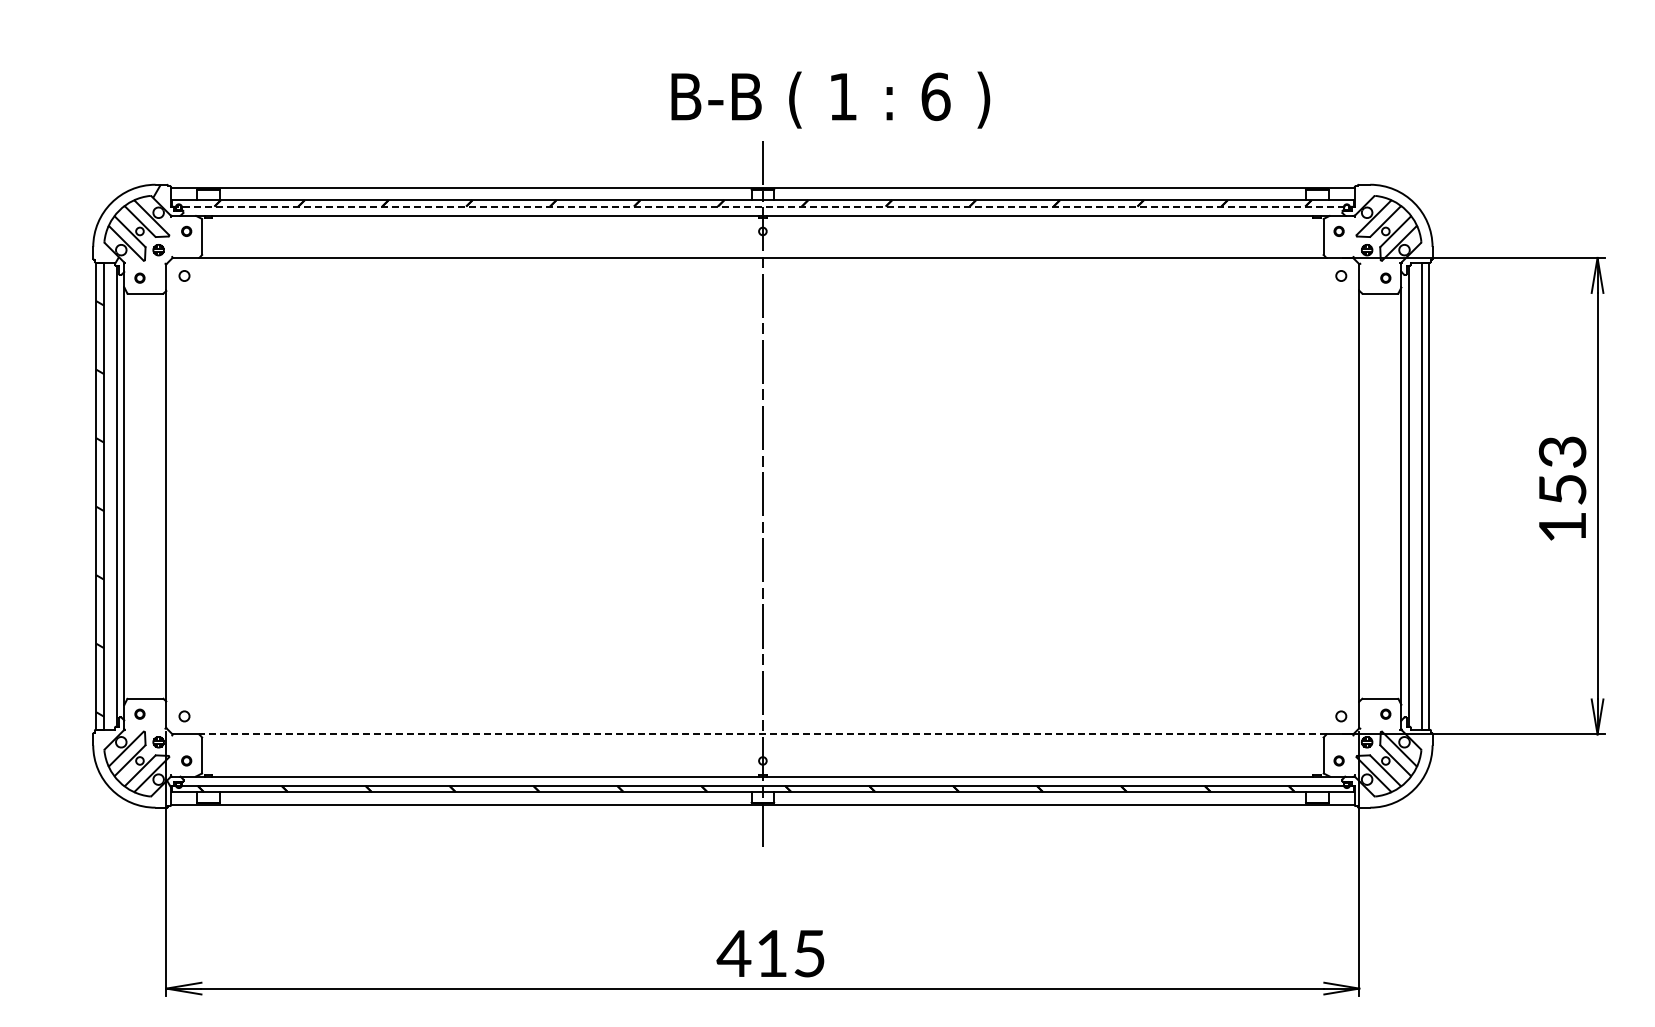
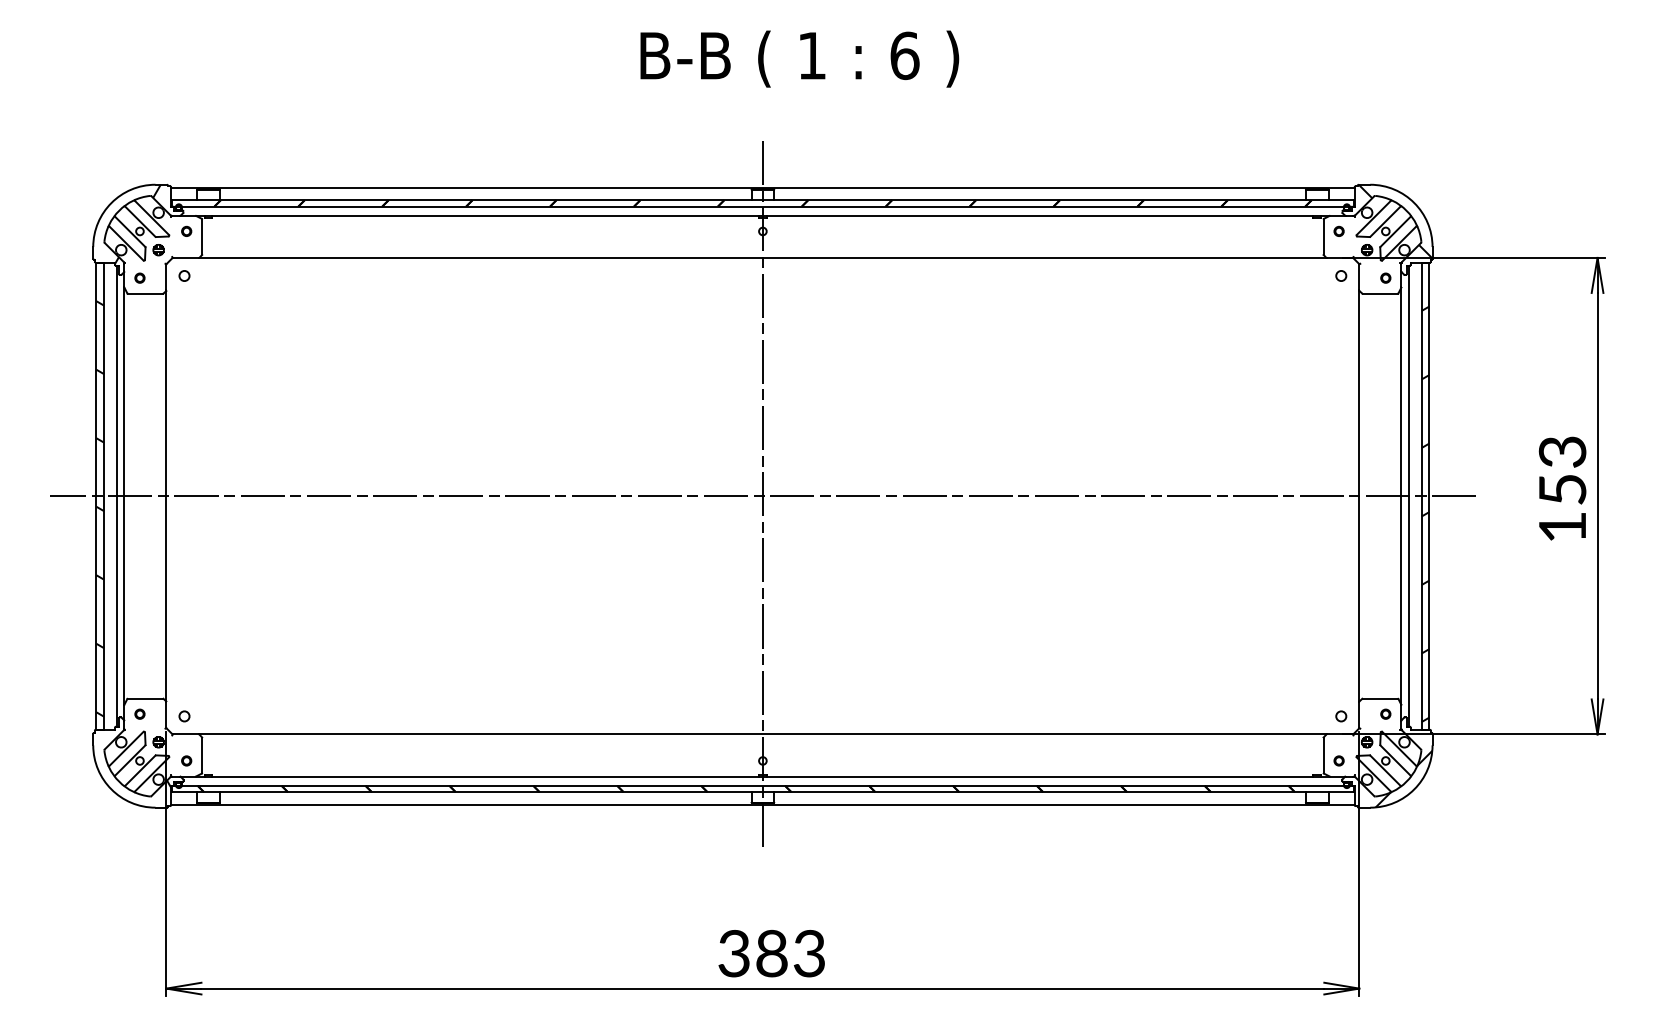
text at (830, 99) position: (830, 99) -> (799, 58)
line at (763, 206): dashed -> solid
hatch at (1395, 221): none -> present
line at (762, 496): none -> present
hatch at (1425, 514): none -> present
line at (762, 734): dashed -> solid
hatch at (1403, 778): none -> present
text at (770, 953): 415 -> 383
